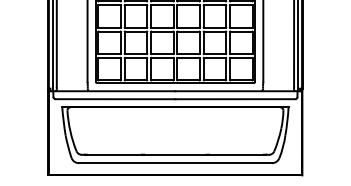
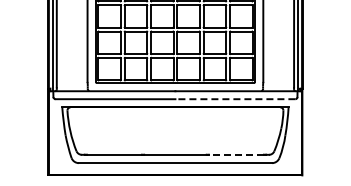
line at (235, 99): solid -> dashed
line at (236, 154): solid -> dashed
